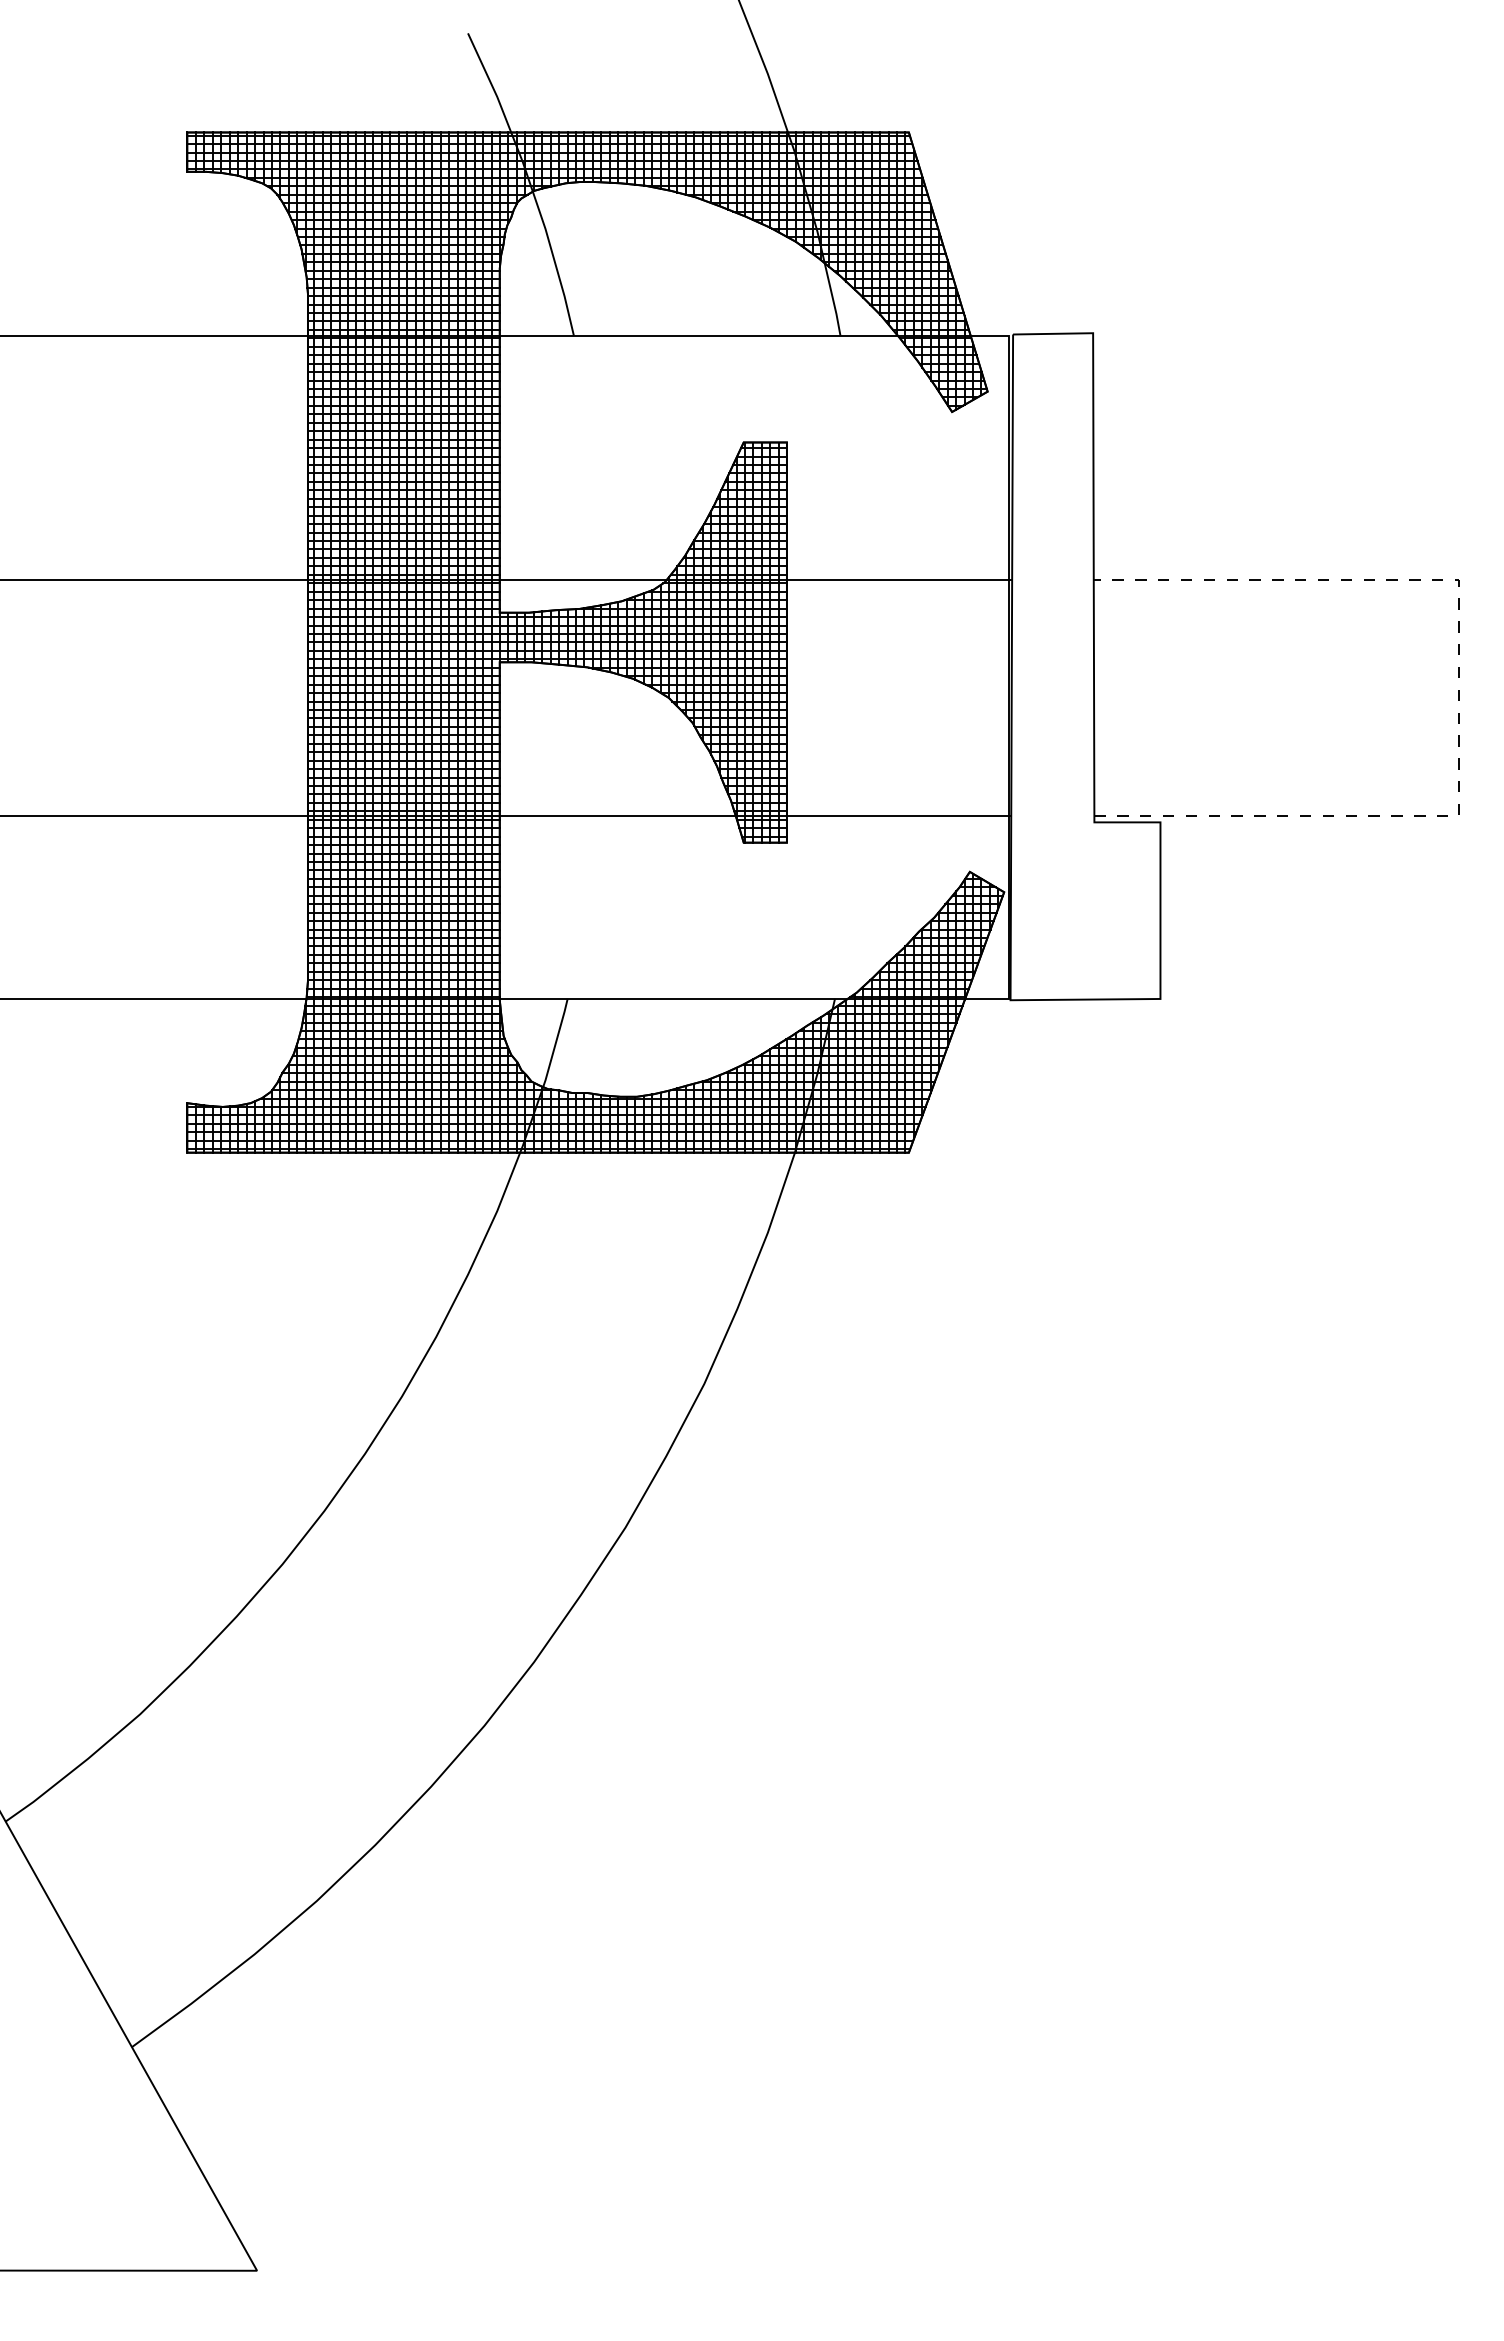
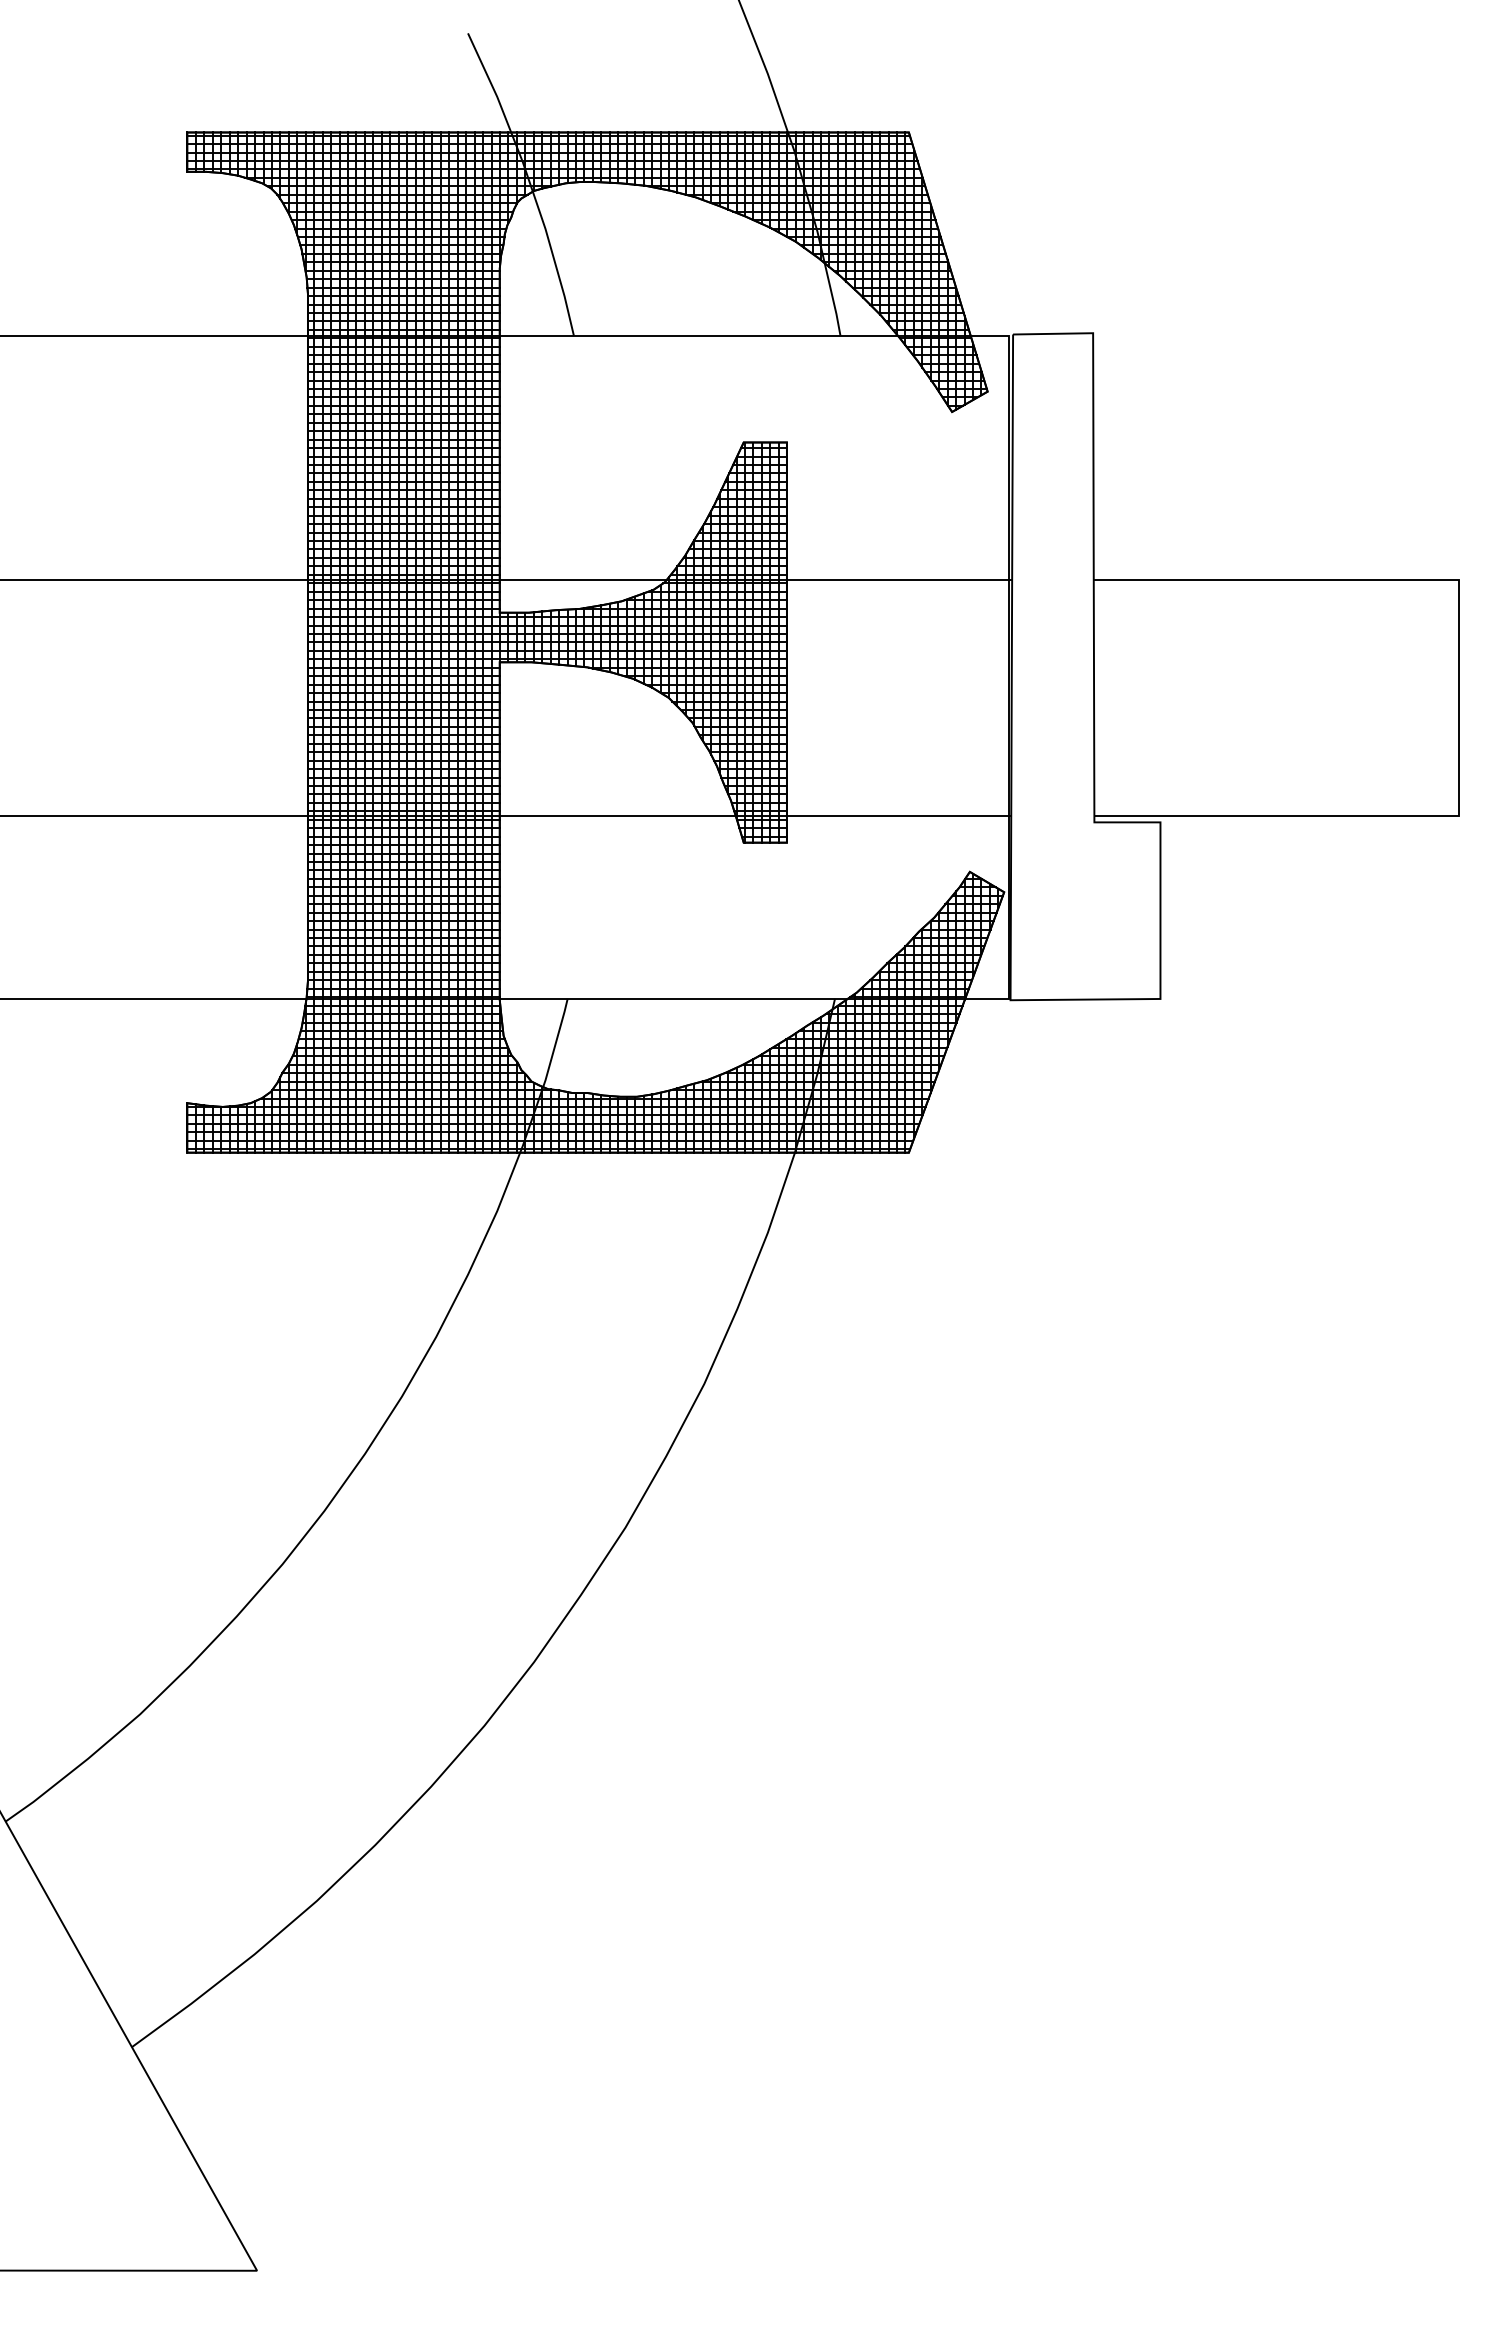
line at (1459, 697): dashed -> solid
